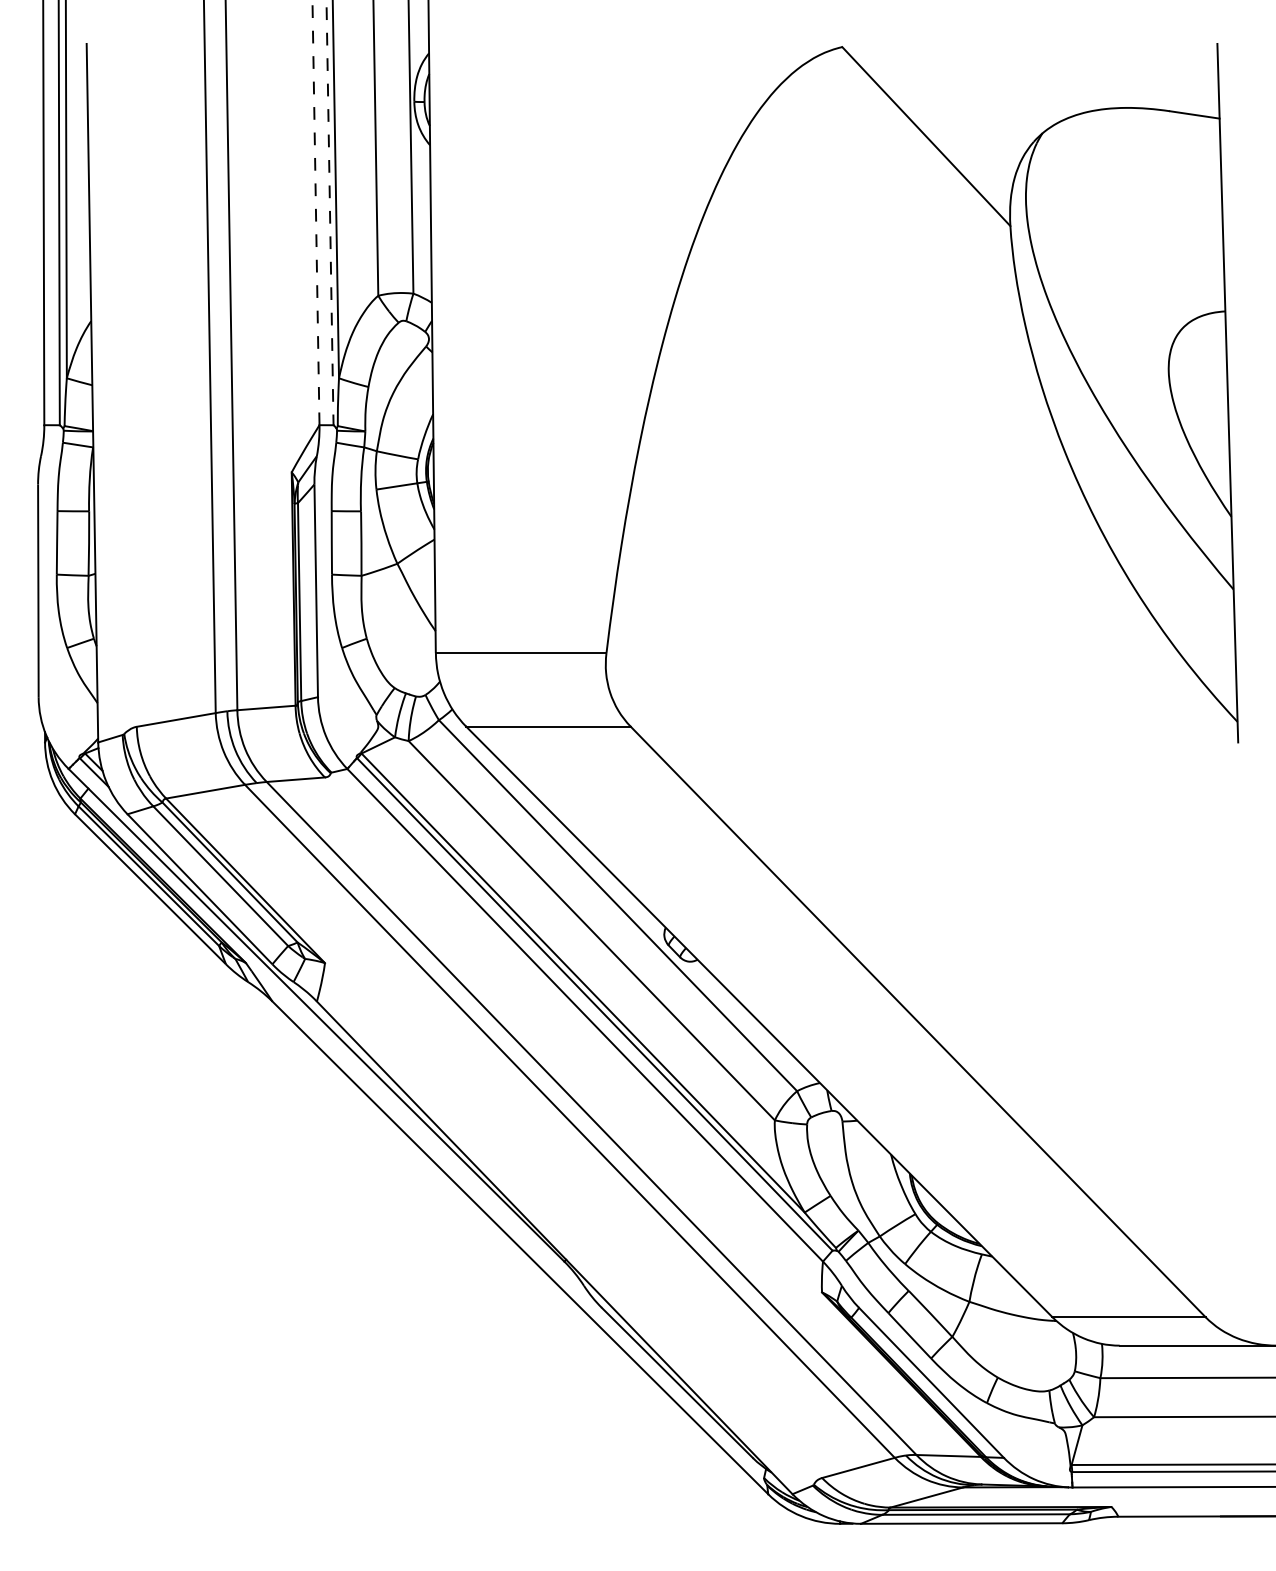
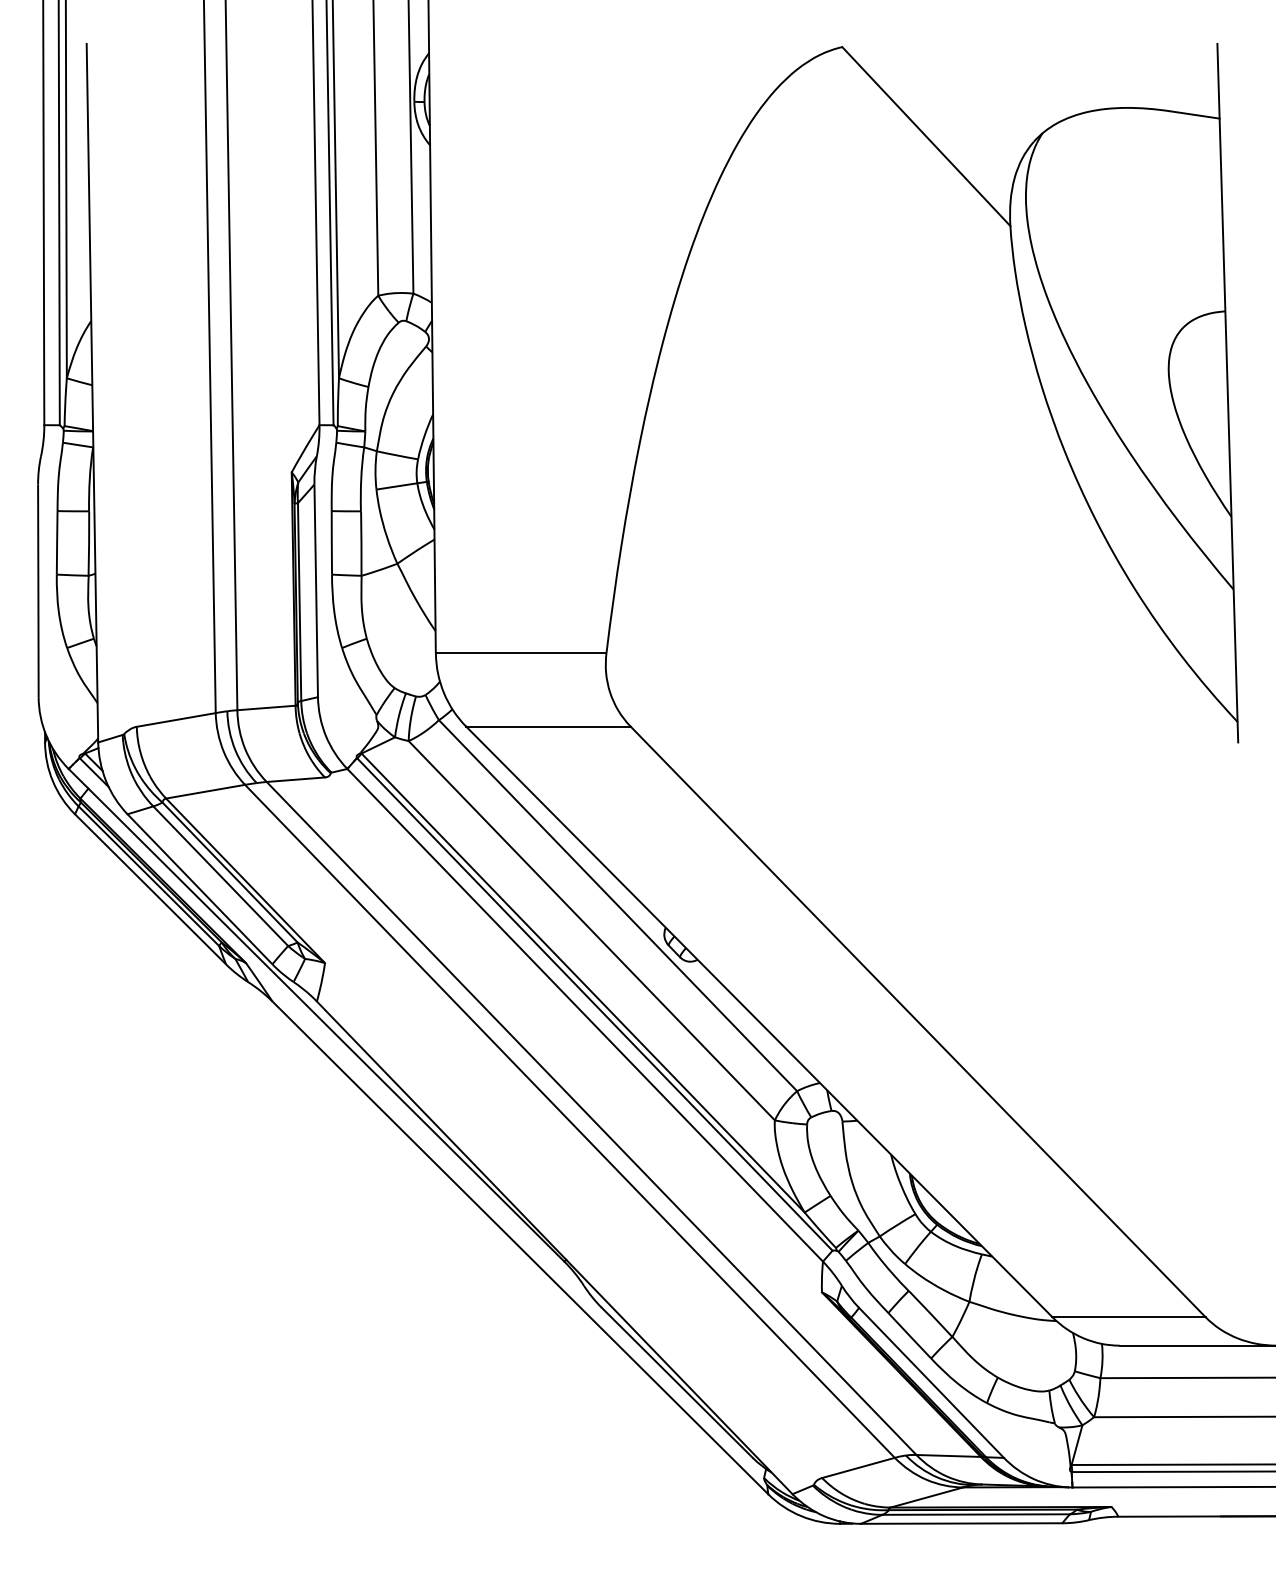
line at (315, 212): dashed -> solid
line at (330, 213): dashed -> solid
